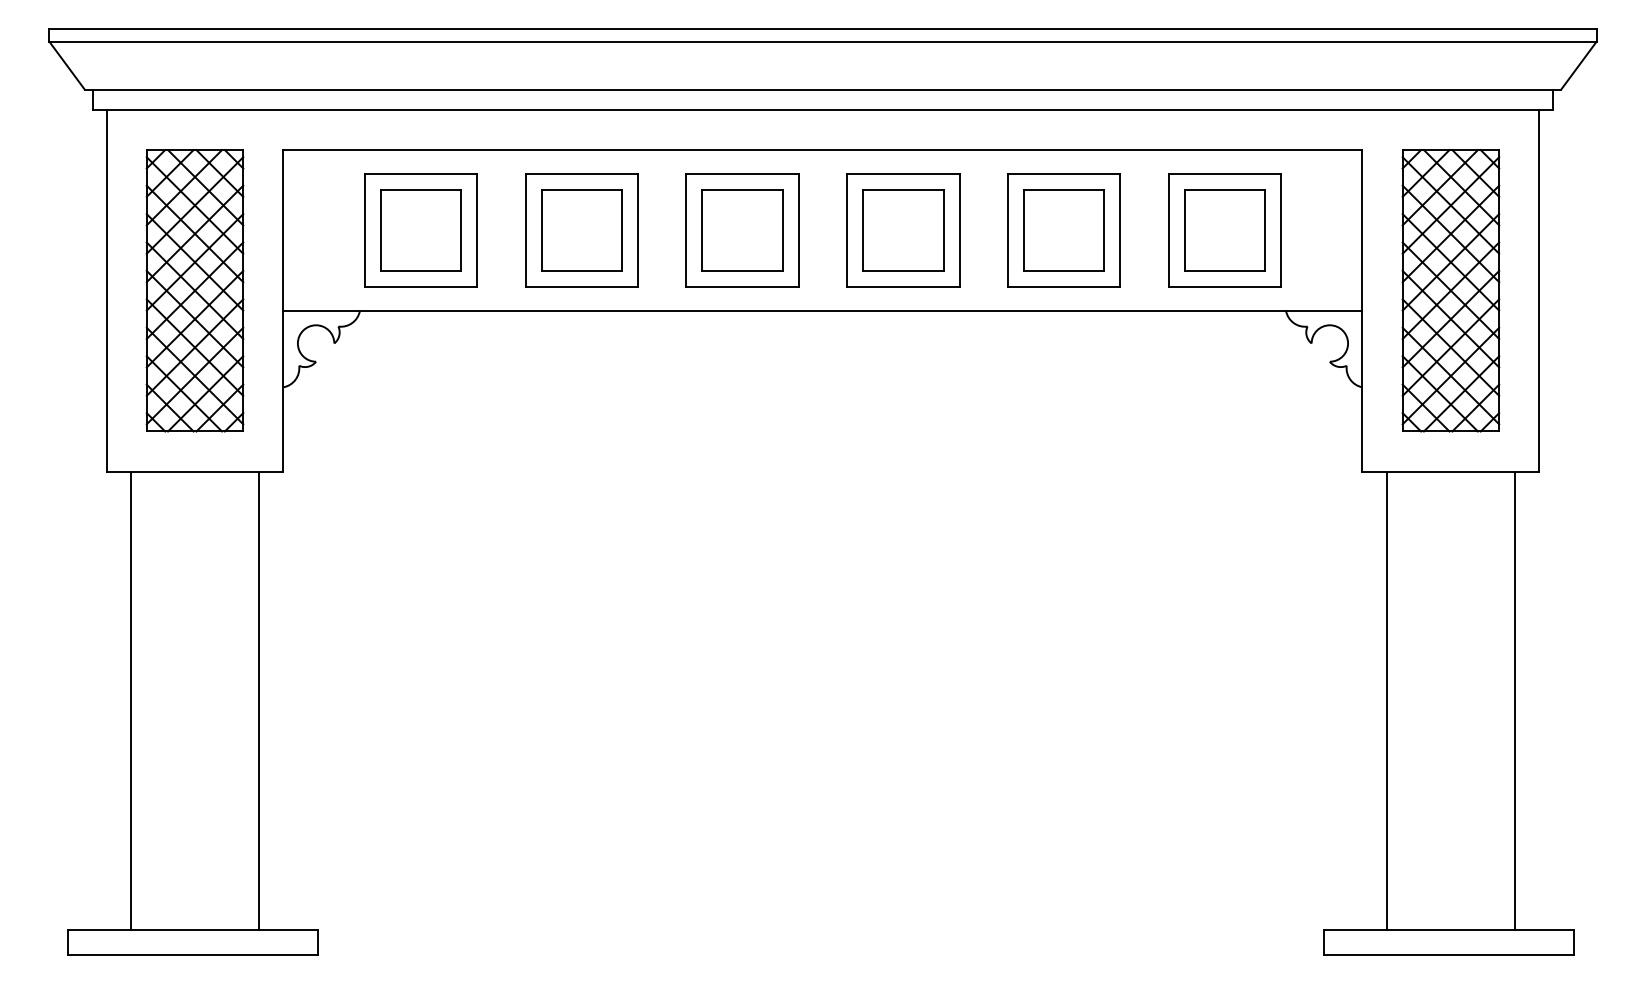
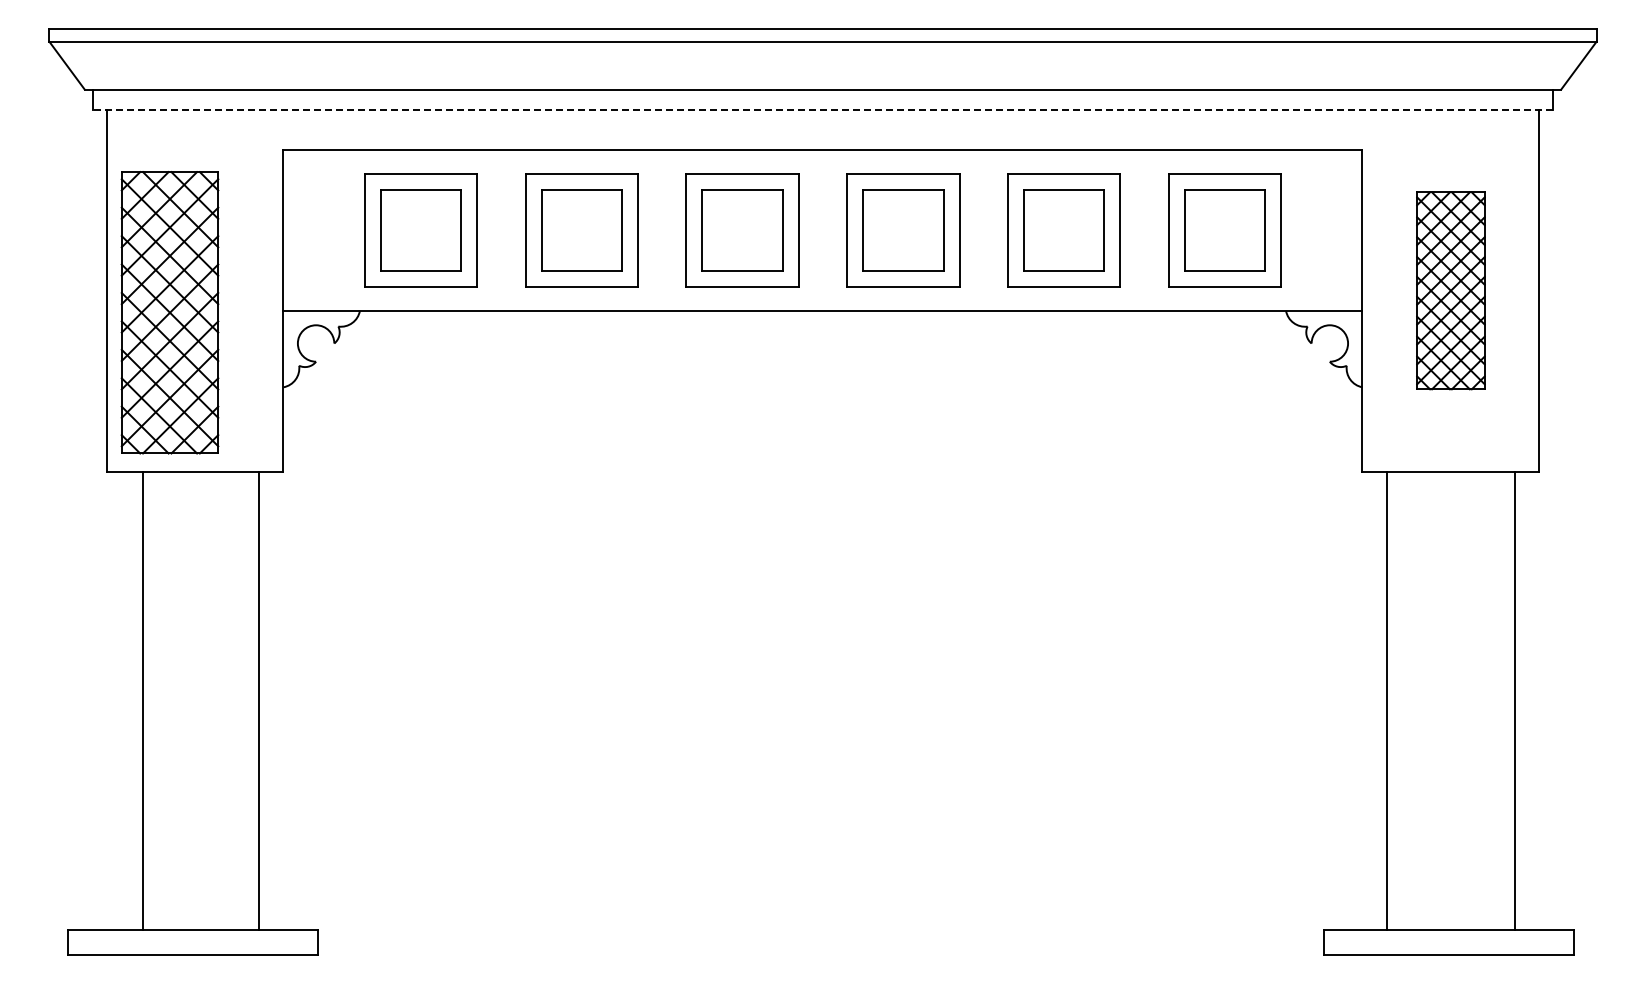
line at (822, 109): solid -> dashed
part at (194, 290) position: (194, 290) -> (169, 312)
part at (1450, 290) size: 100x284 px -> 70x200 px
line at (130, 700) position: (130, 700) -> (142, 700)
